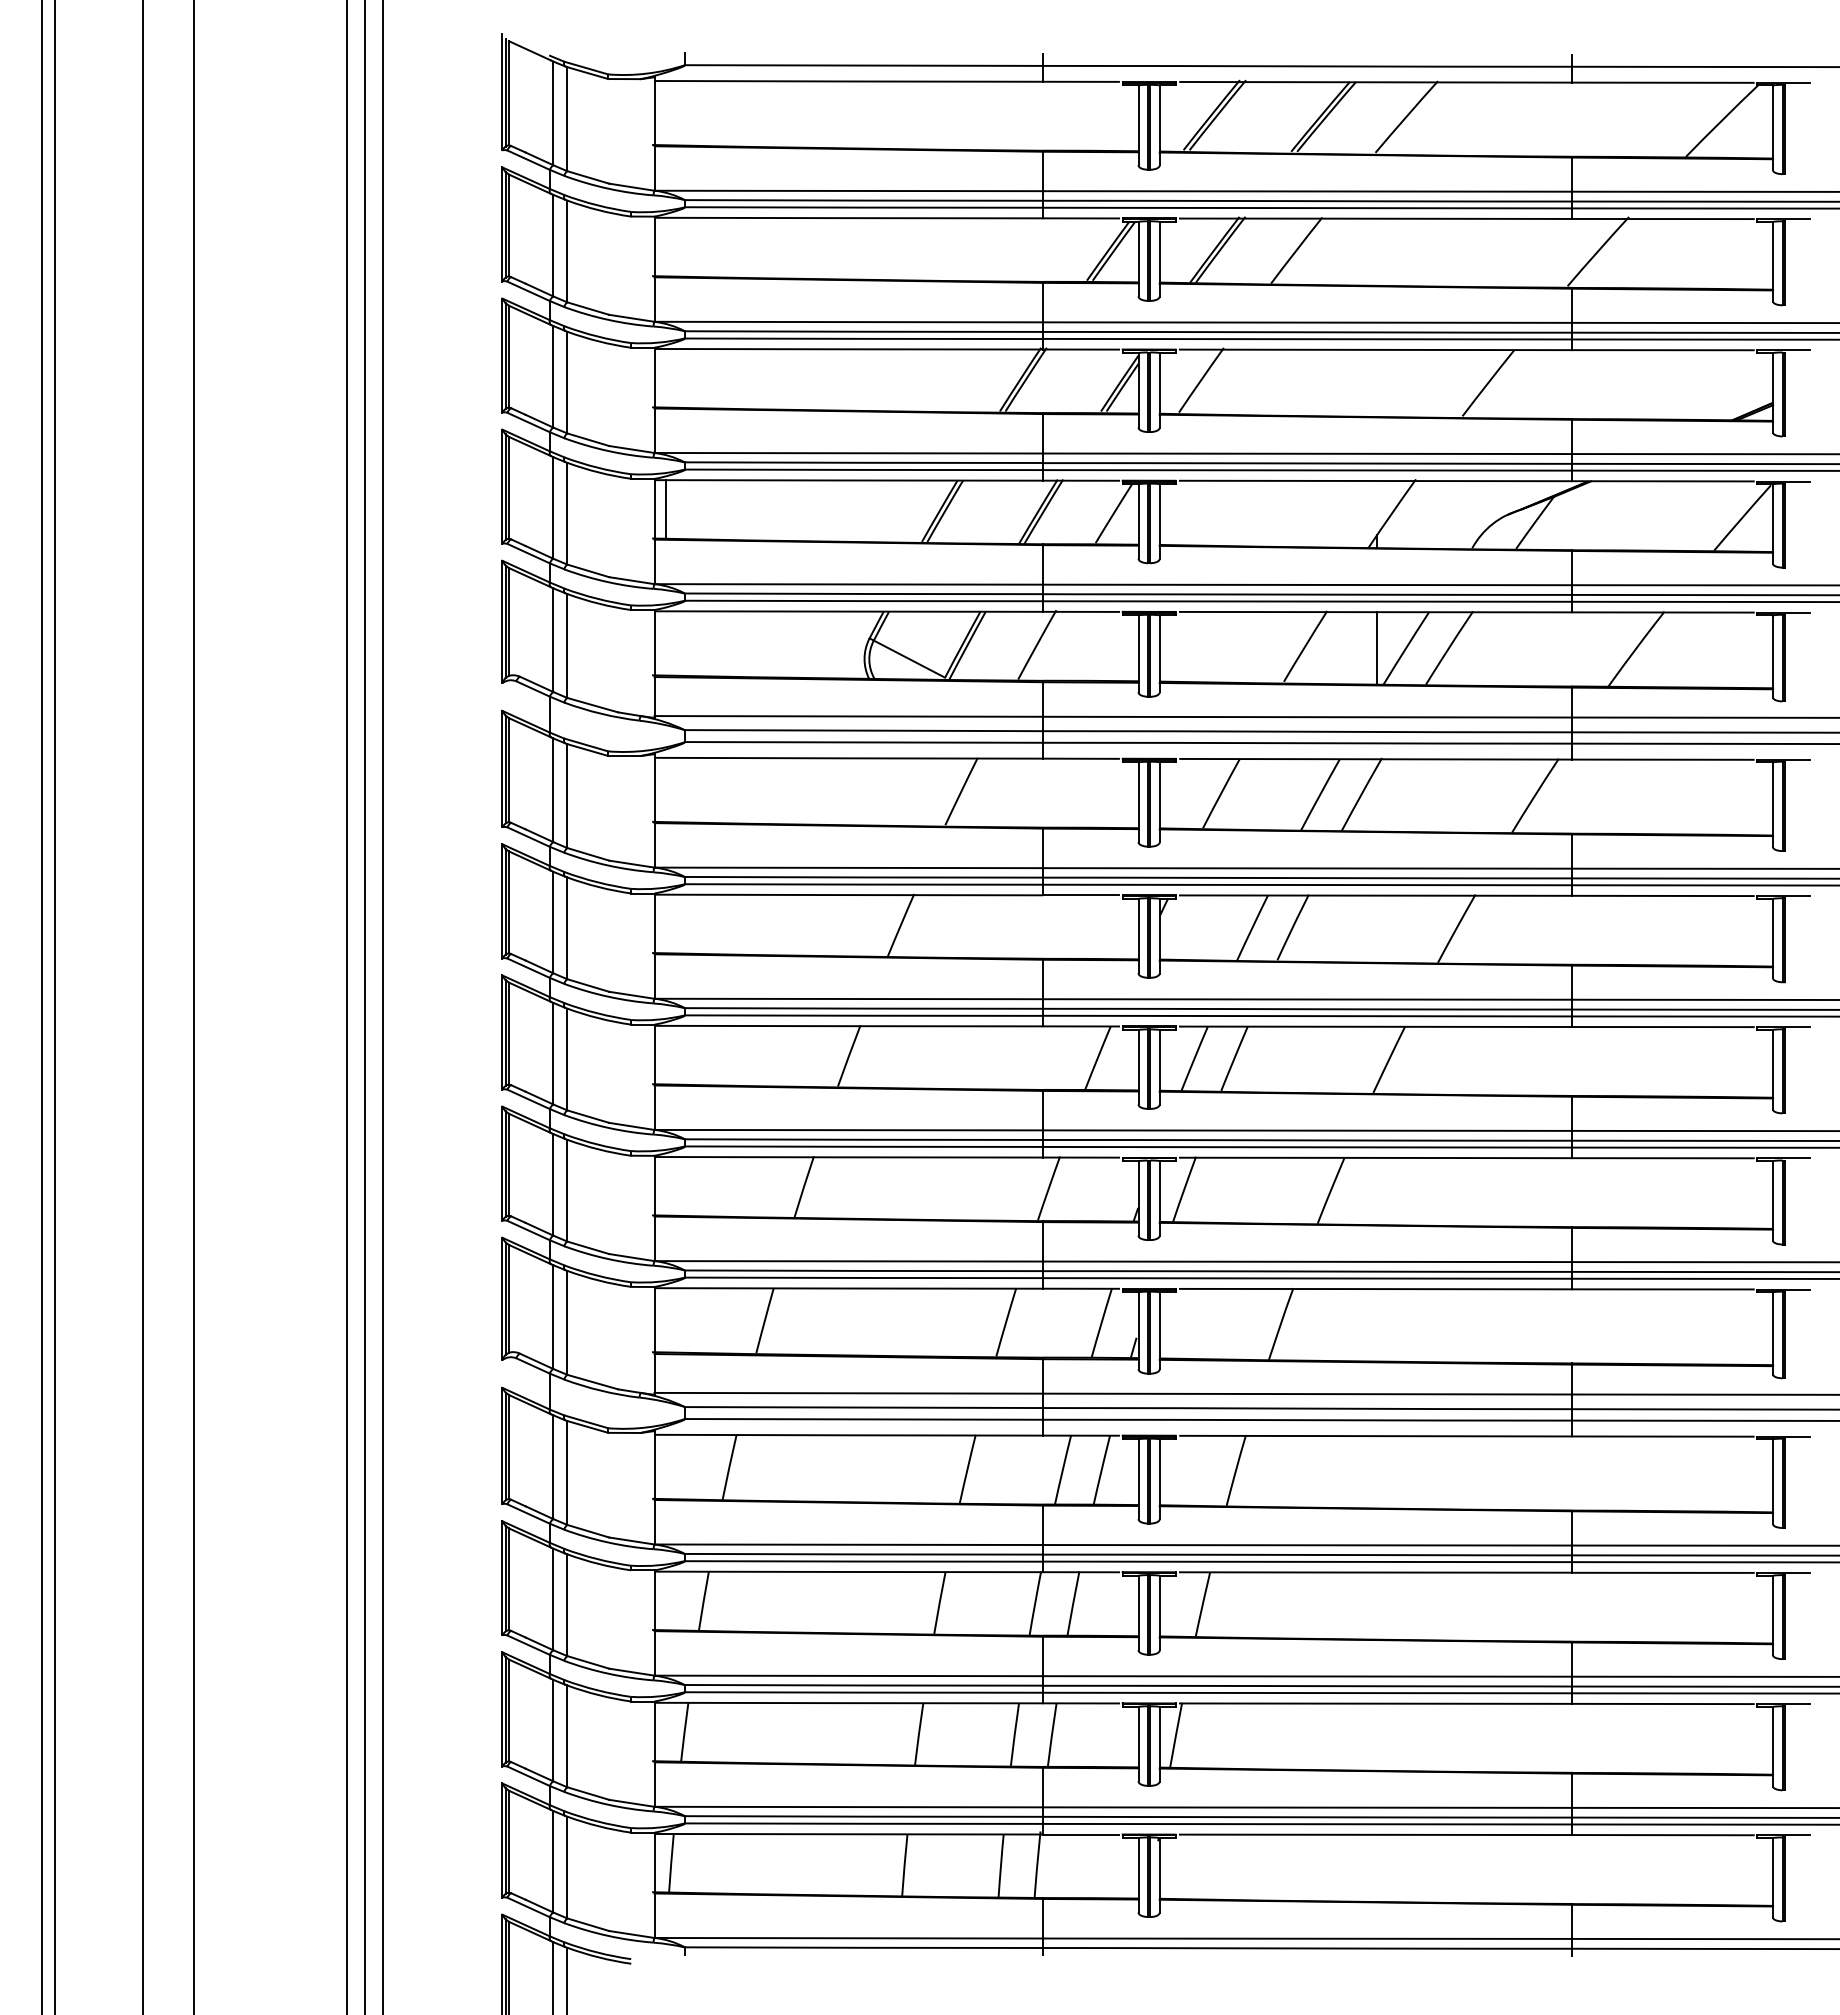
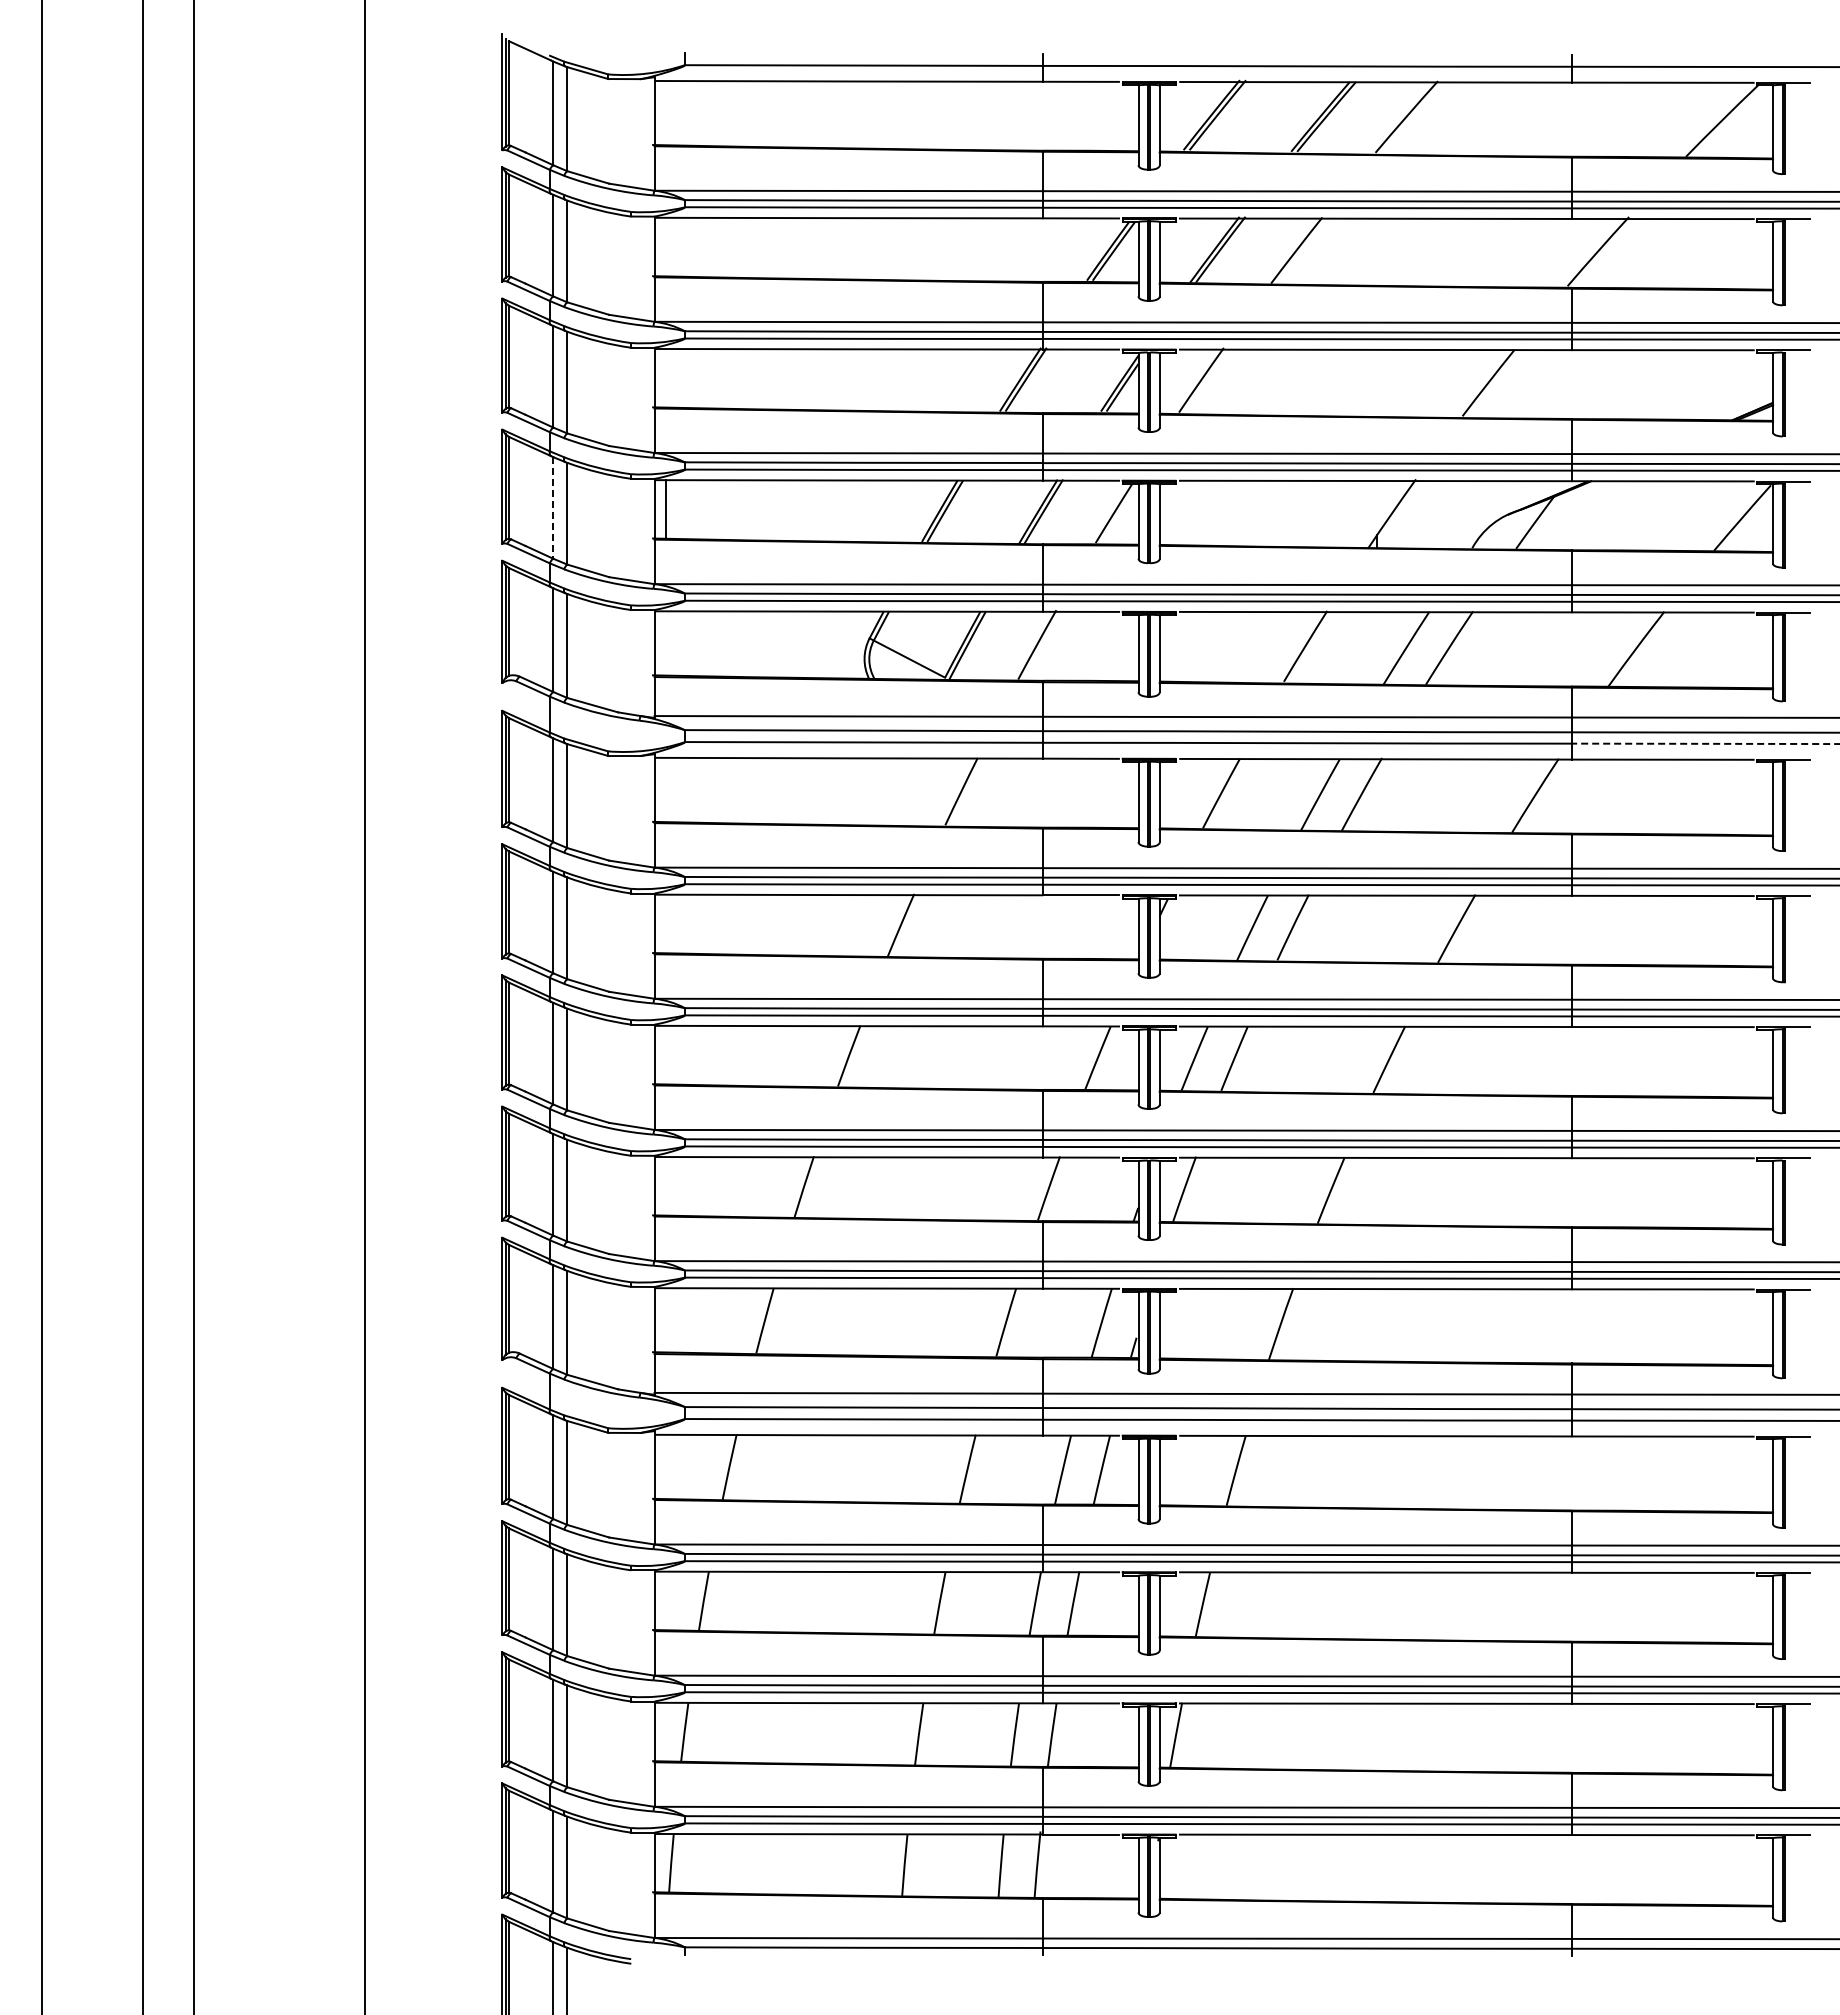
line at (553, 508): solid -> dashed
line at (1377, 648): present -> none
line at (1705, 743): solid -> dashed
line at (55, 1006): present -> none
line at (346, 1006): present -> none
line at (383, 1006): present -> none
